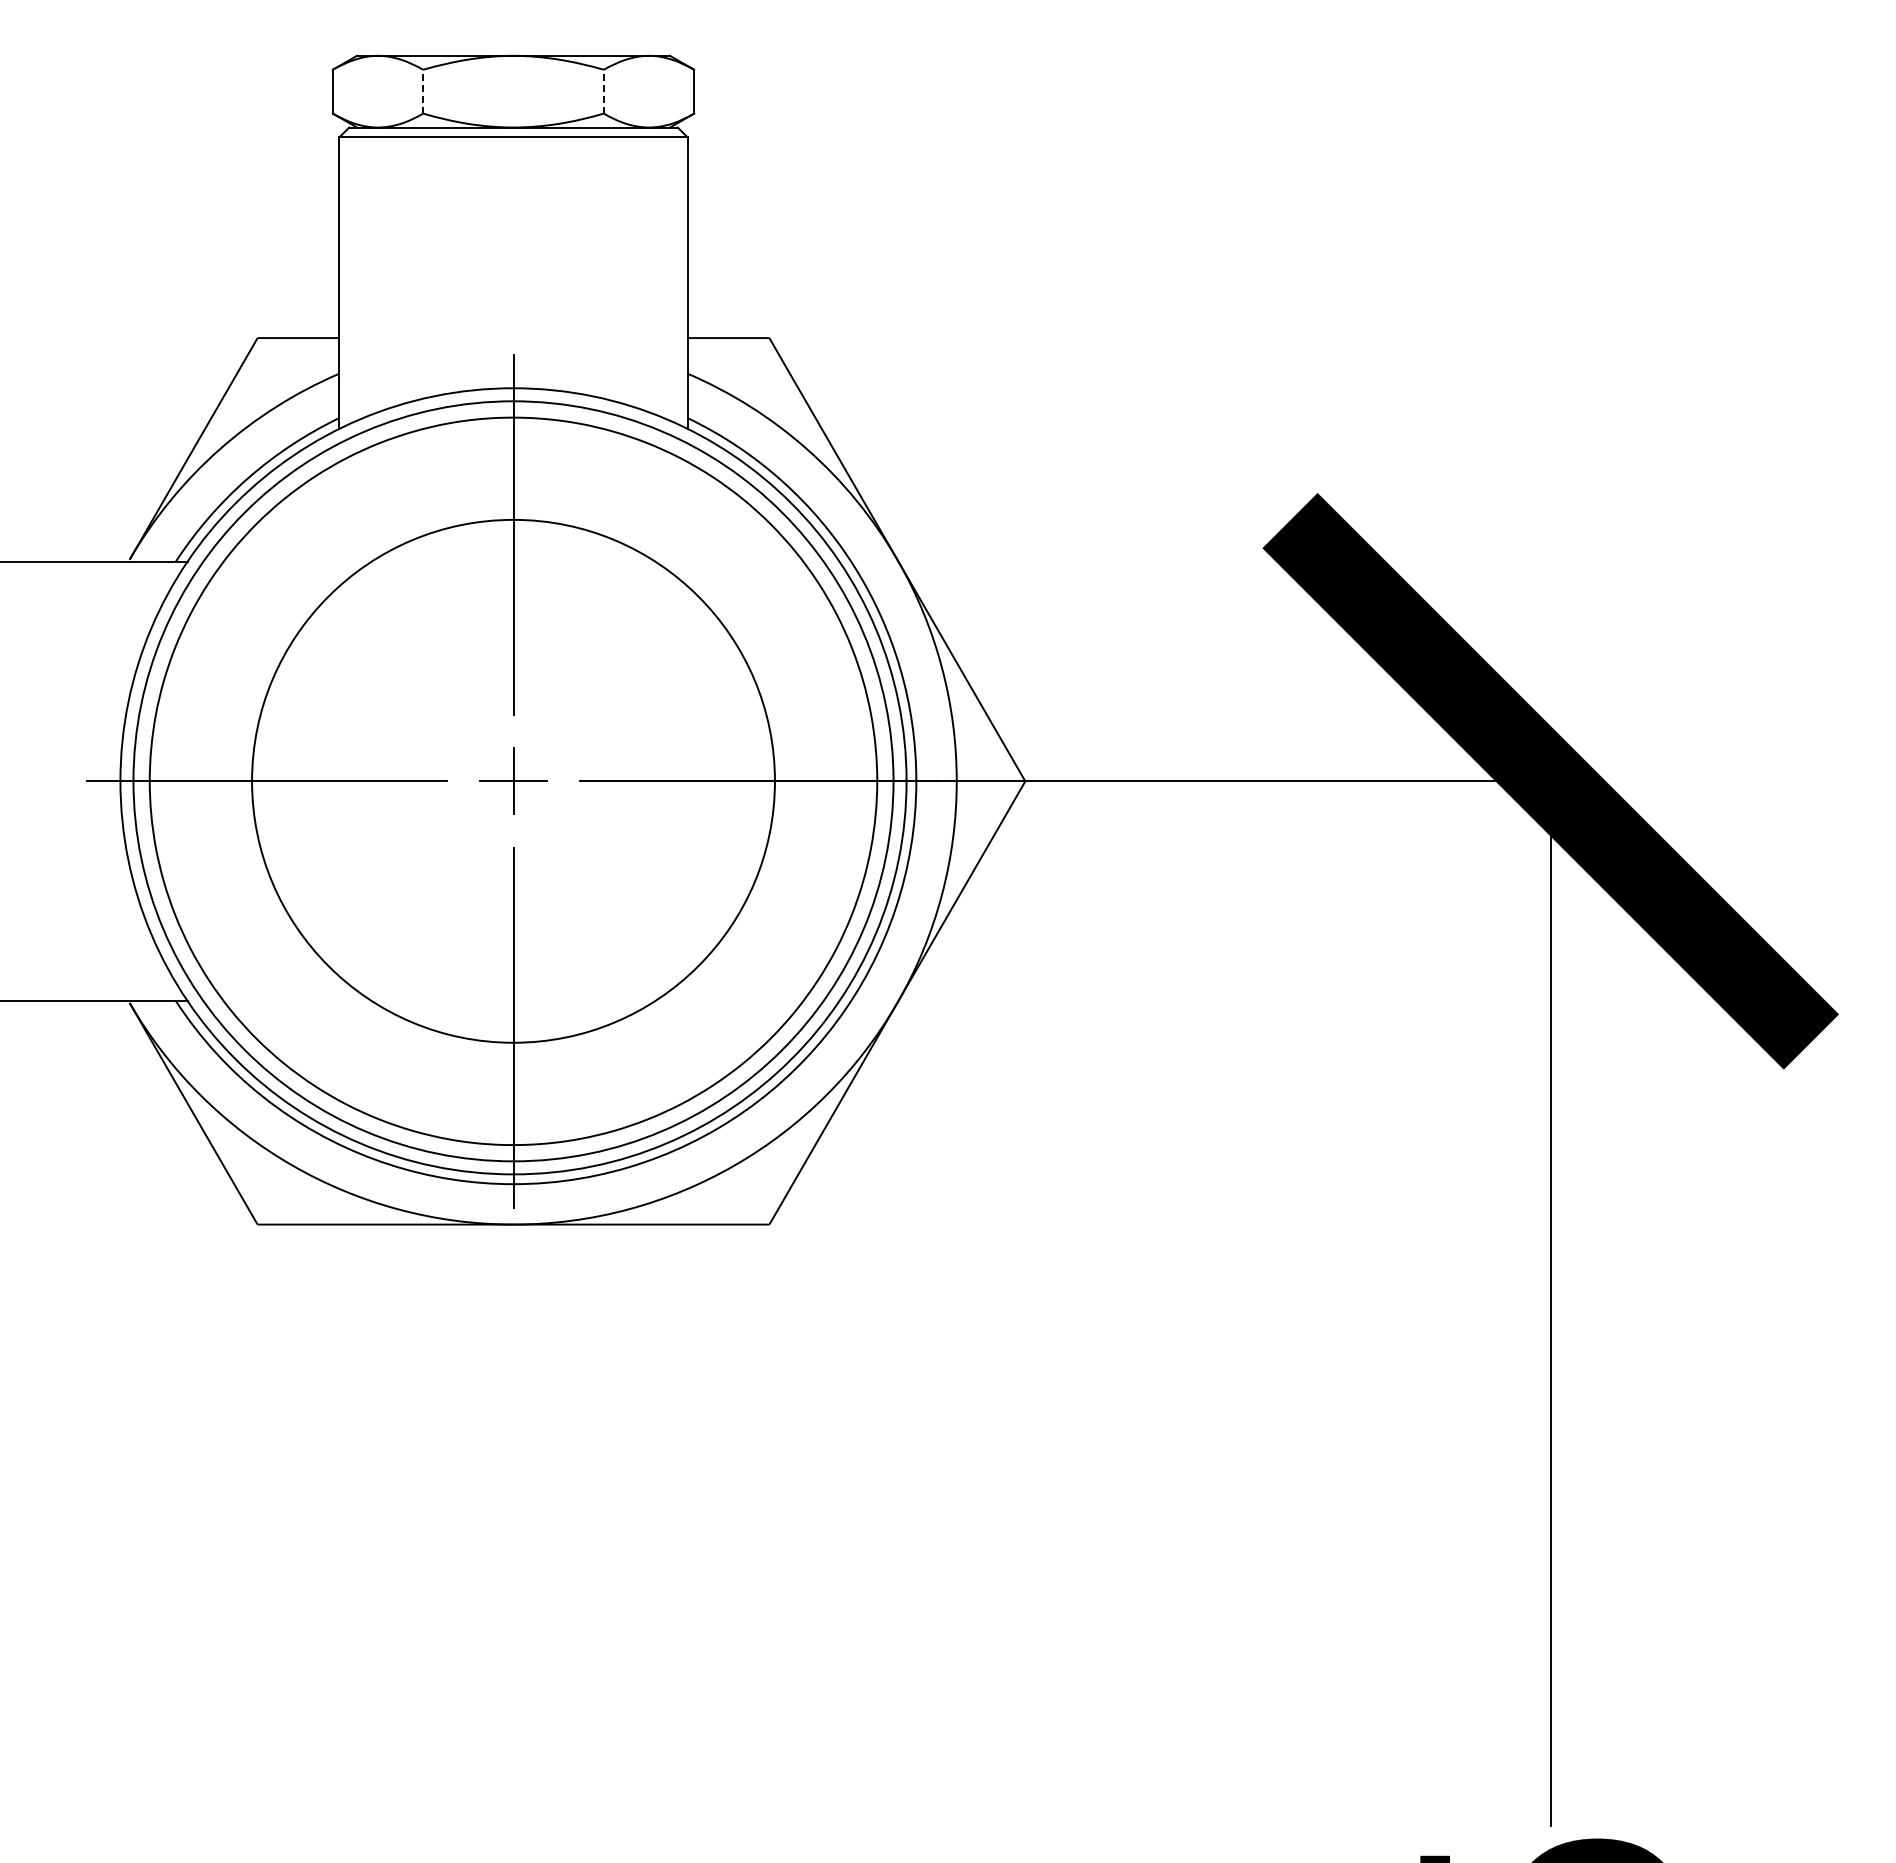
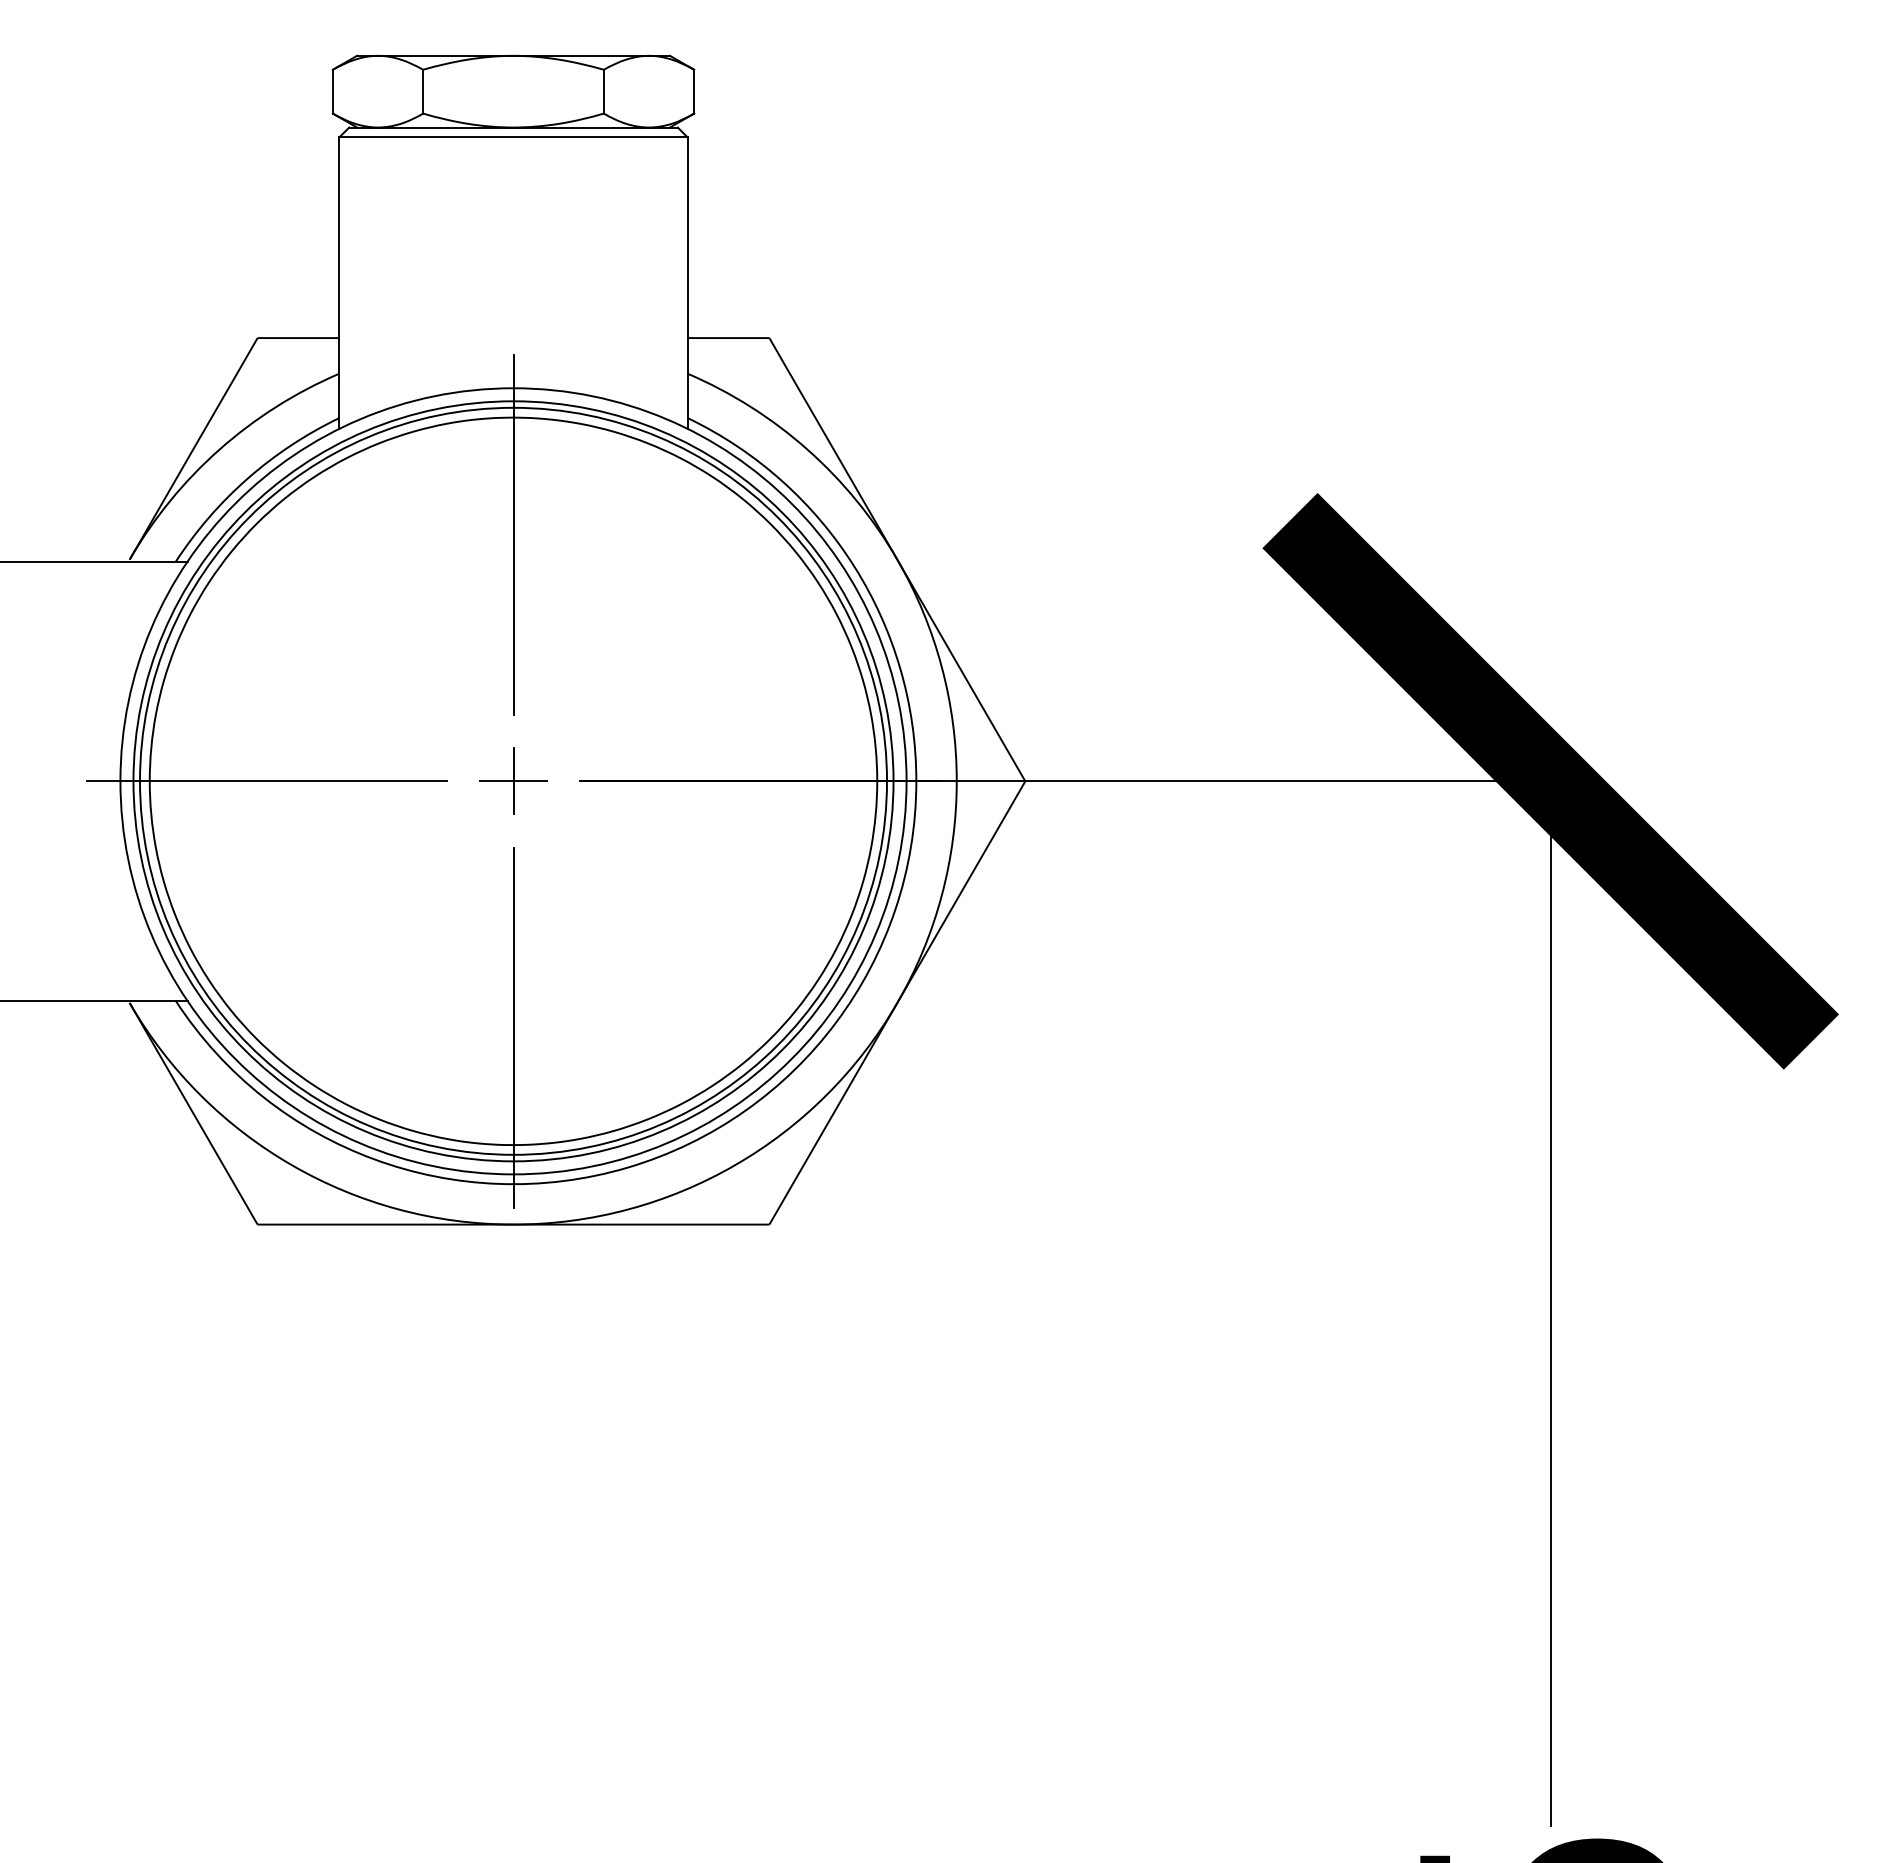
line at (423, 91): dashed -> solid
line at (603, 91): dashed -> solid
circle at (513, 780) diameter: 523 px -> 747 px
